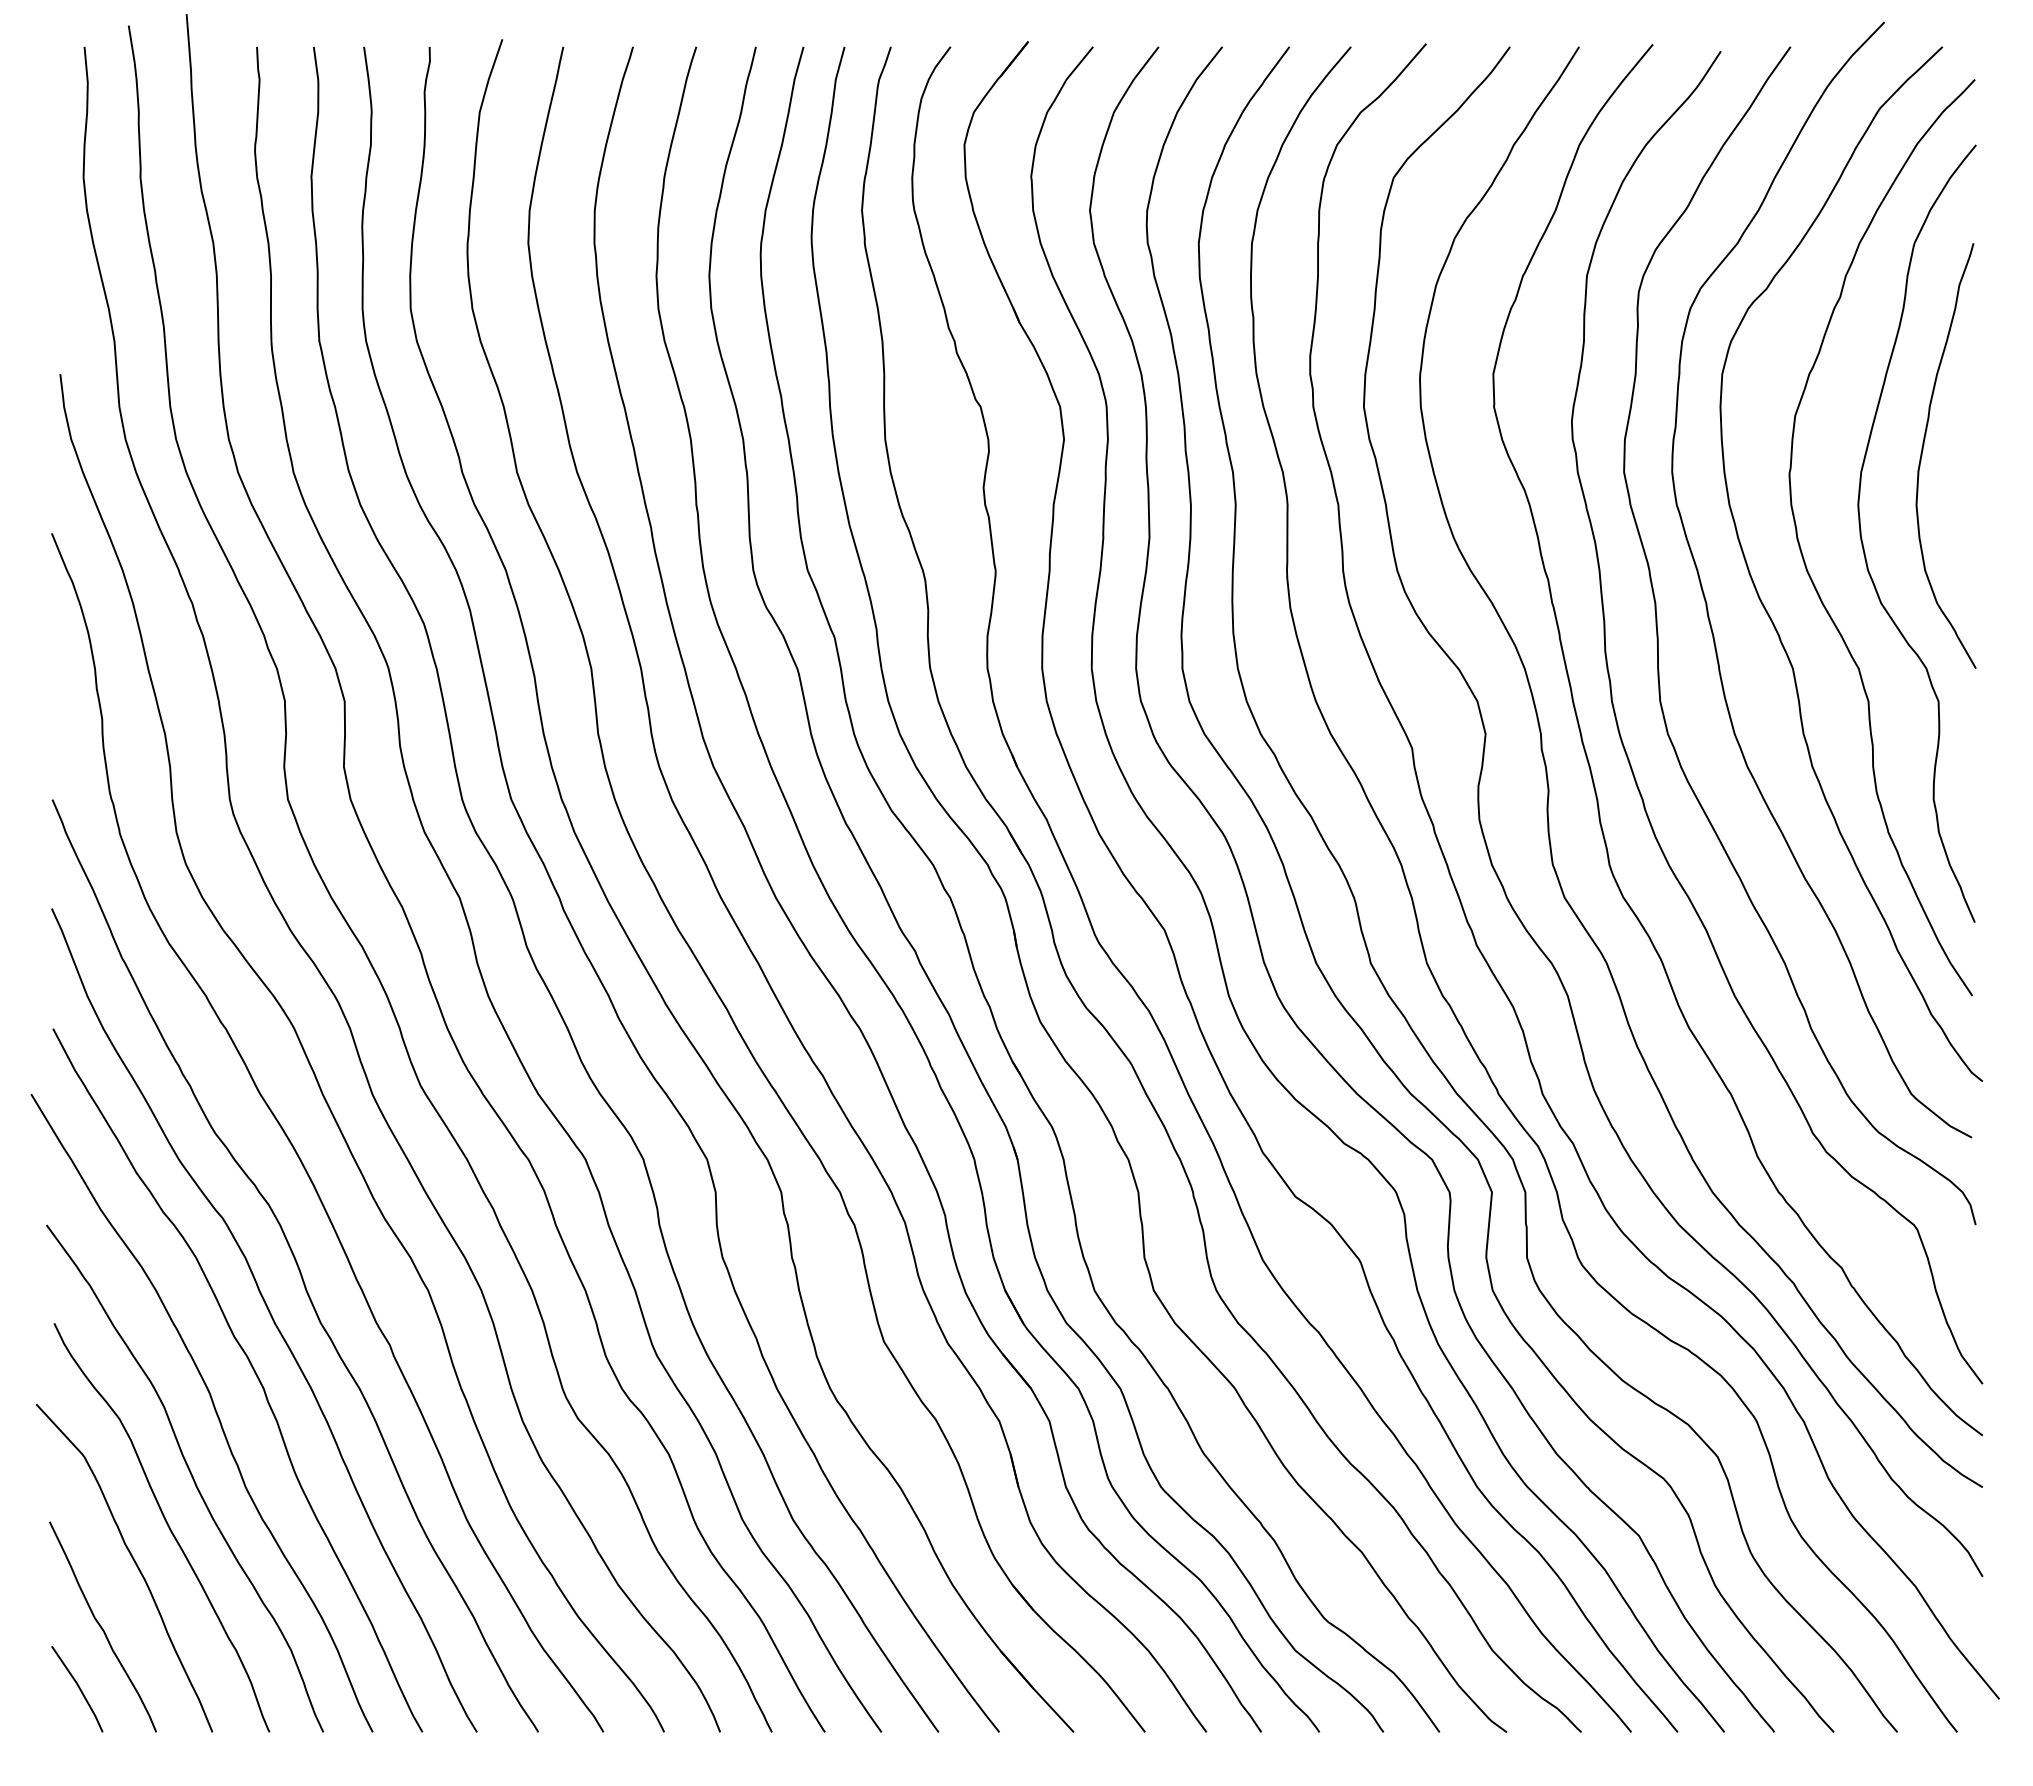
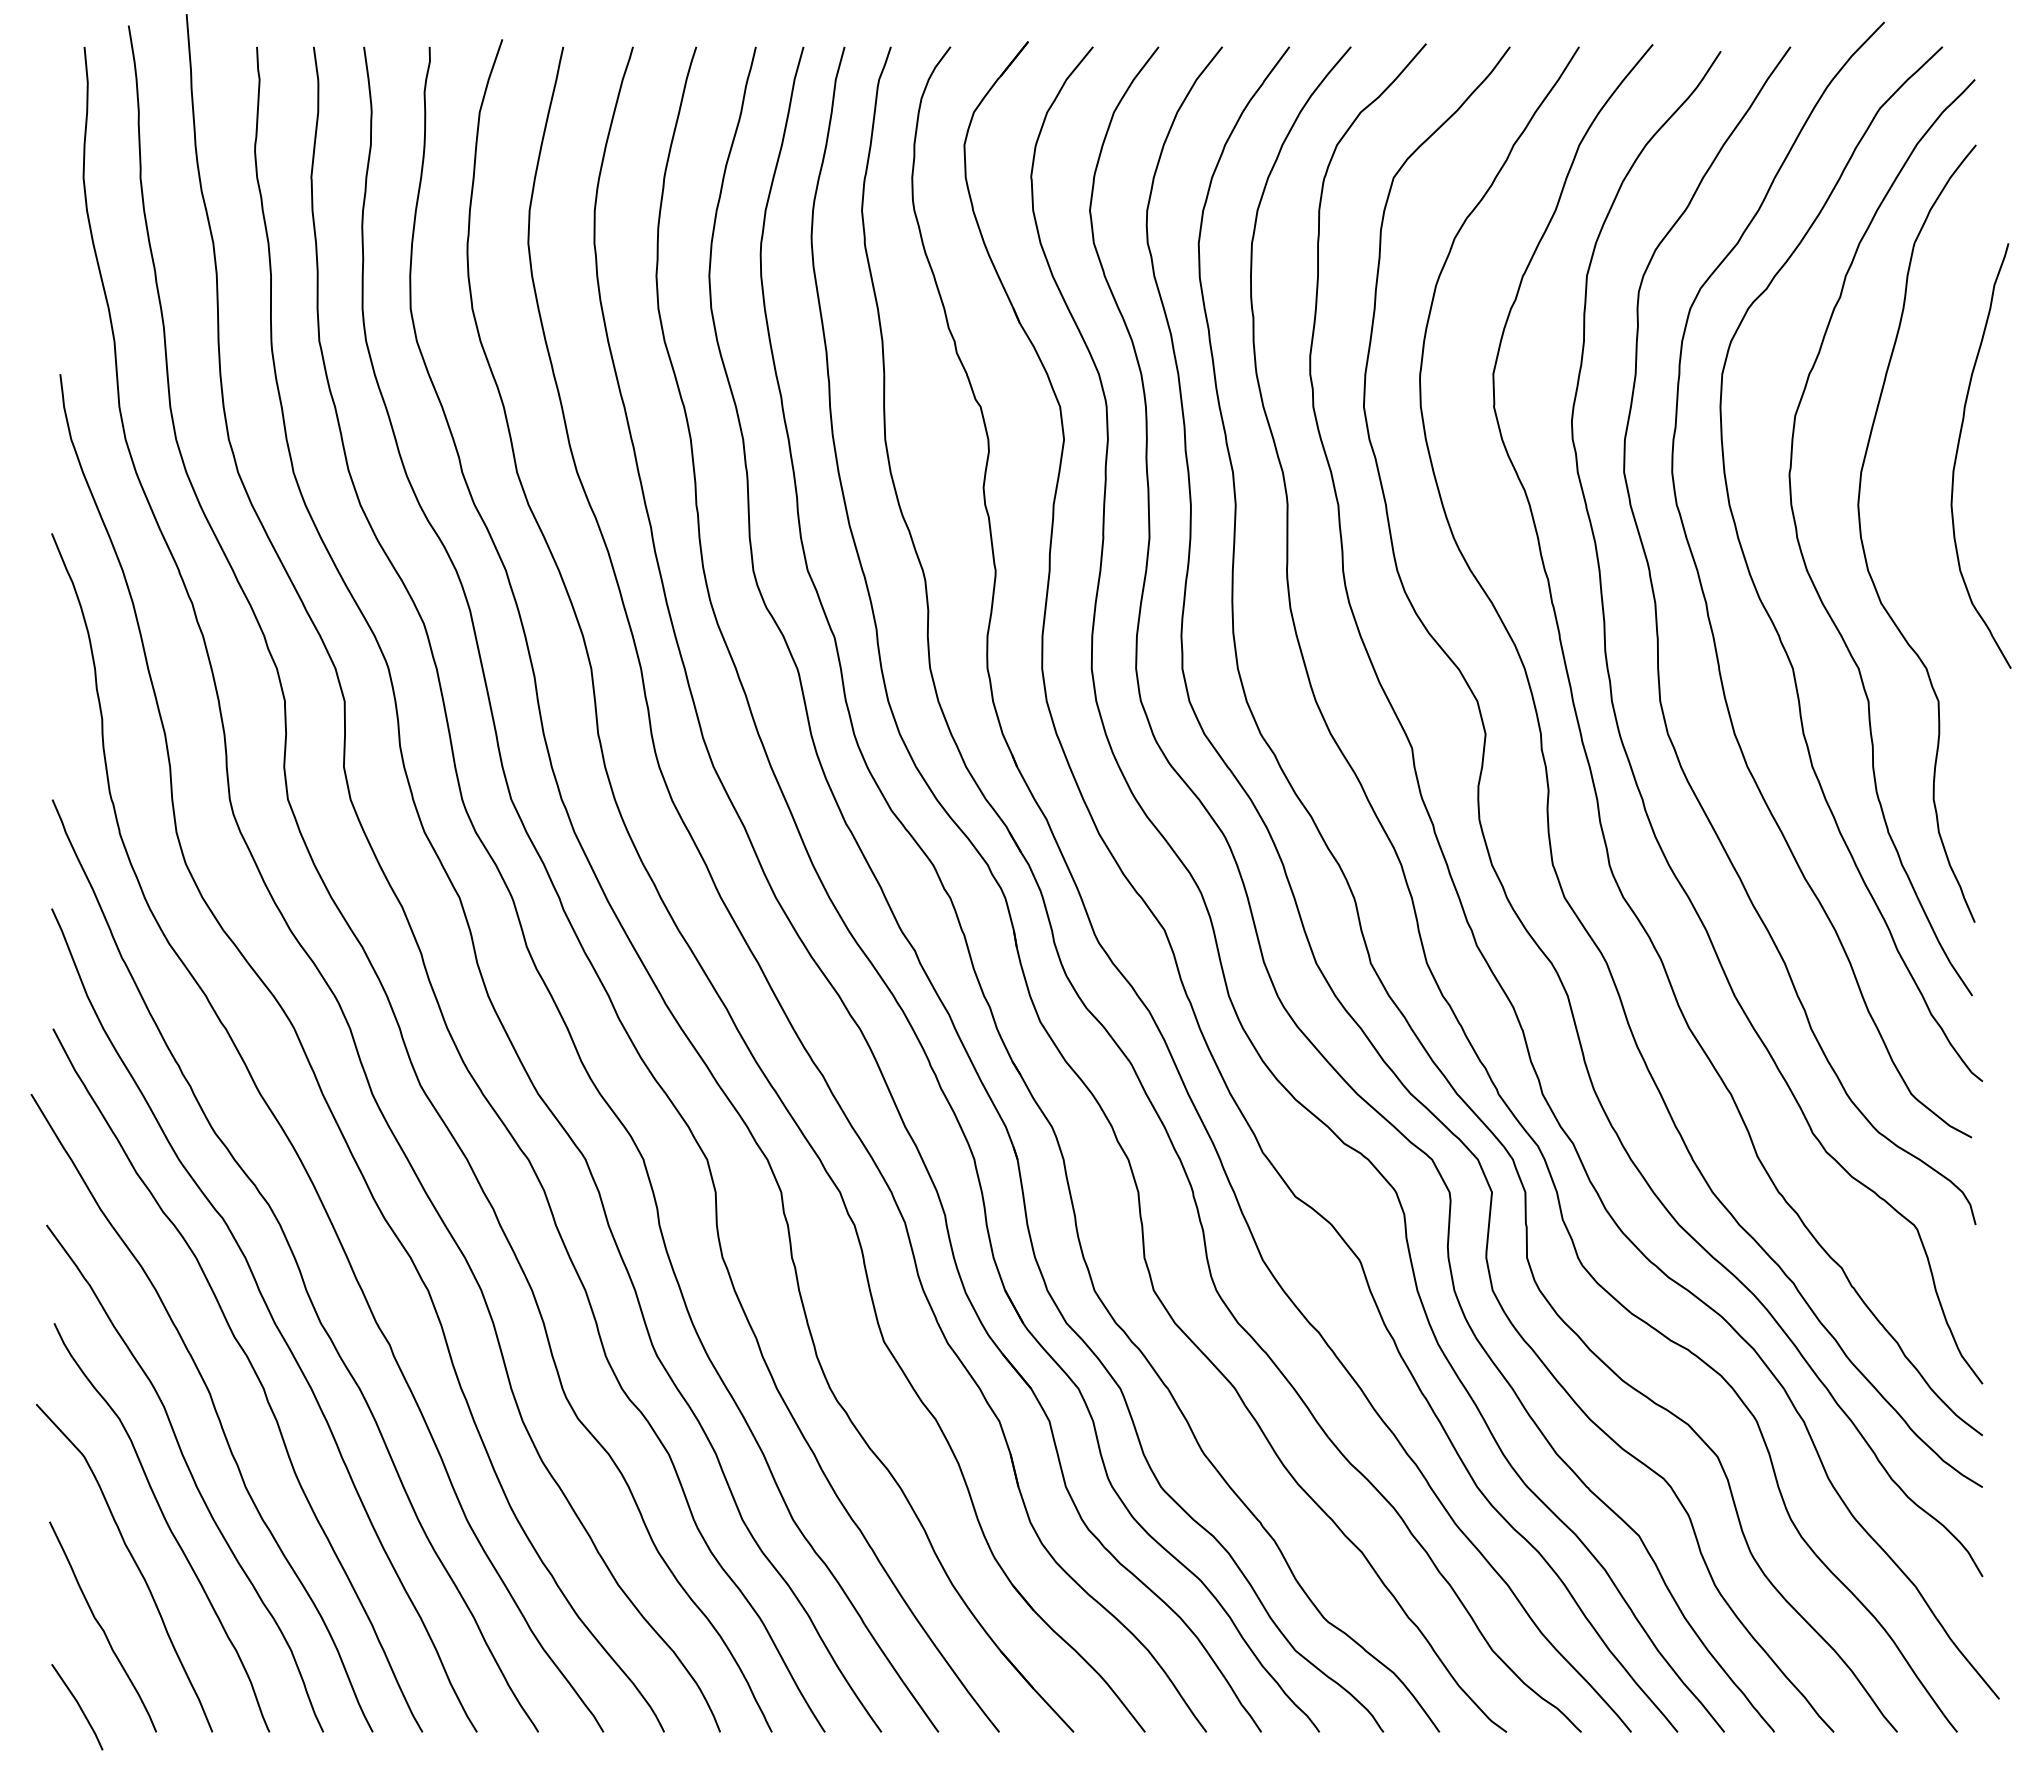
curve at (1923, 450) position: (1923, 450) -> (1958, 450)
line at (78, 1688) position: (78, 1688) -> (78, 1706)
